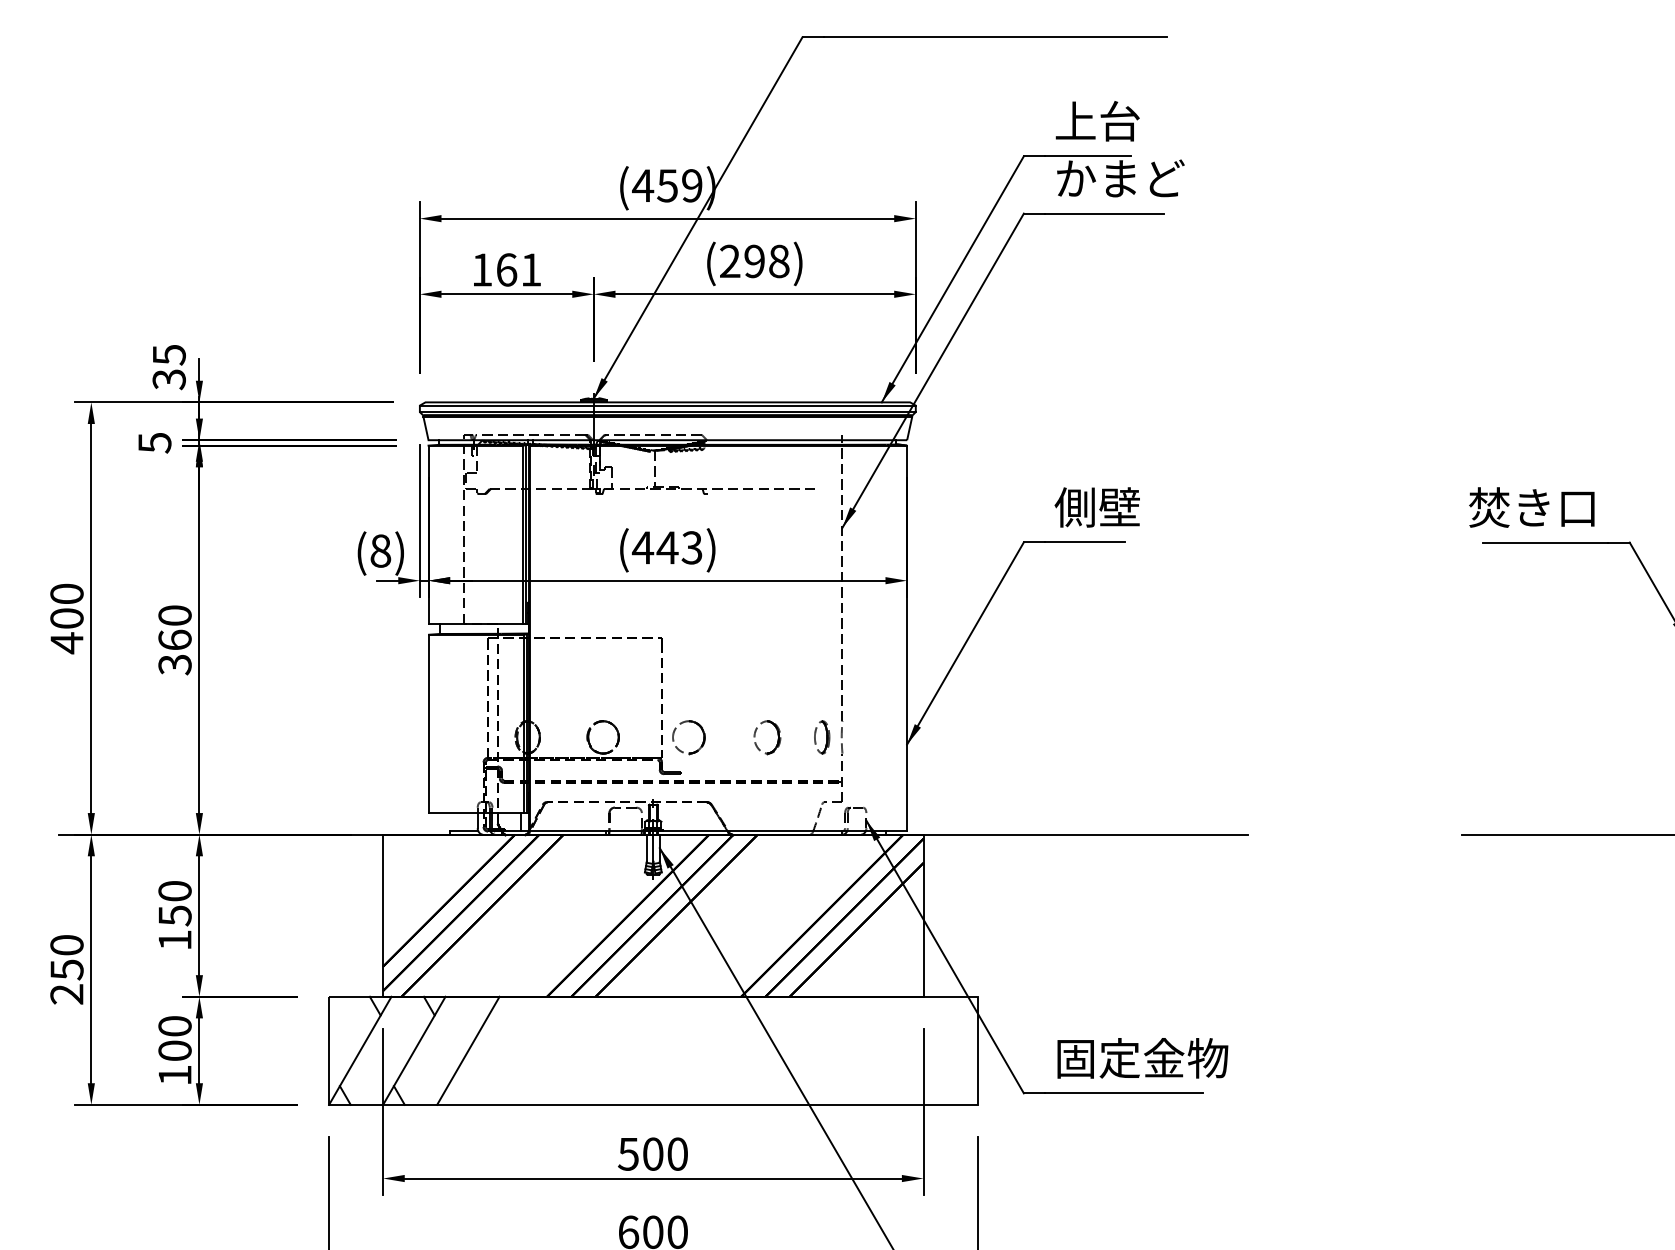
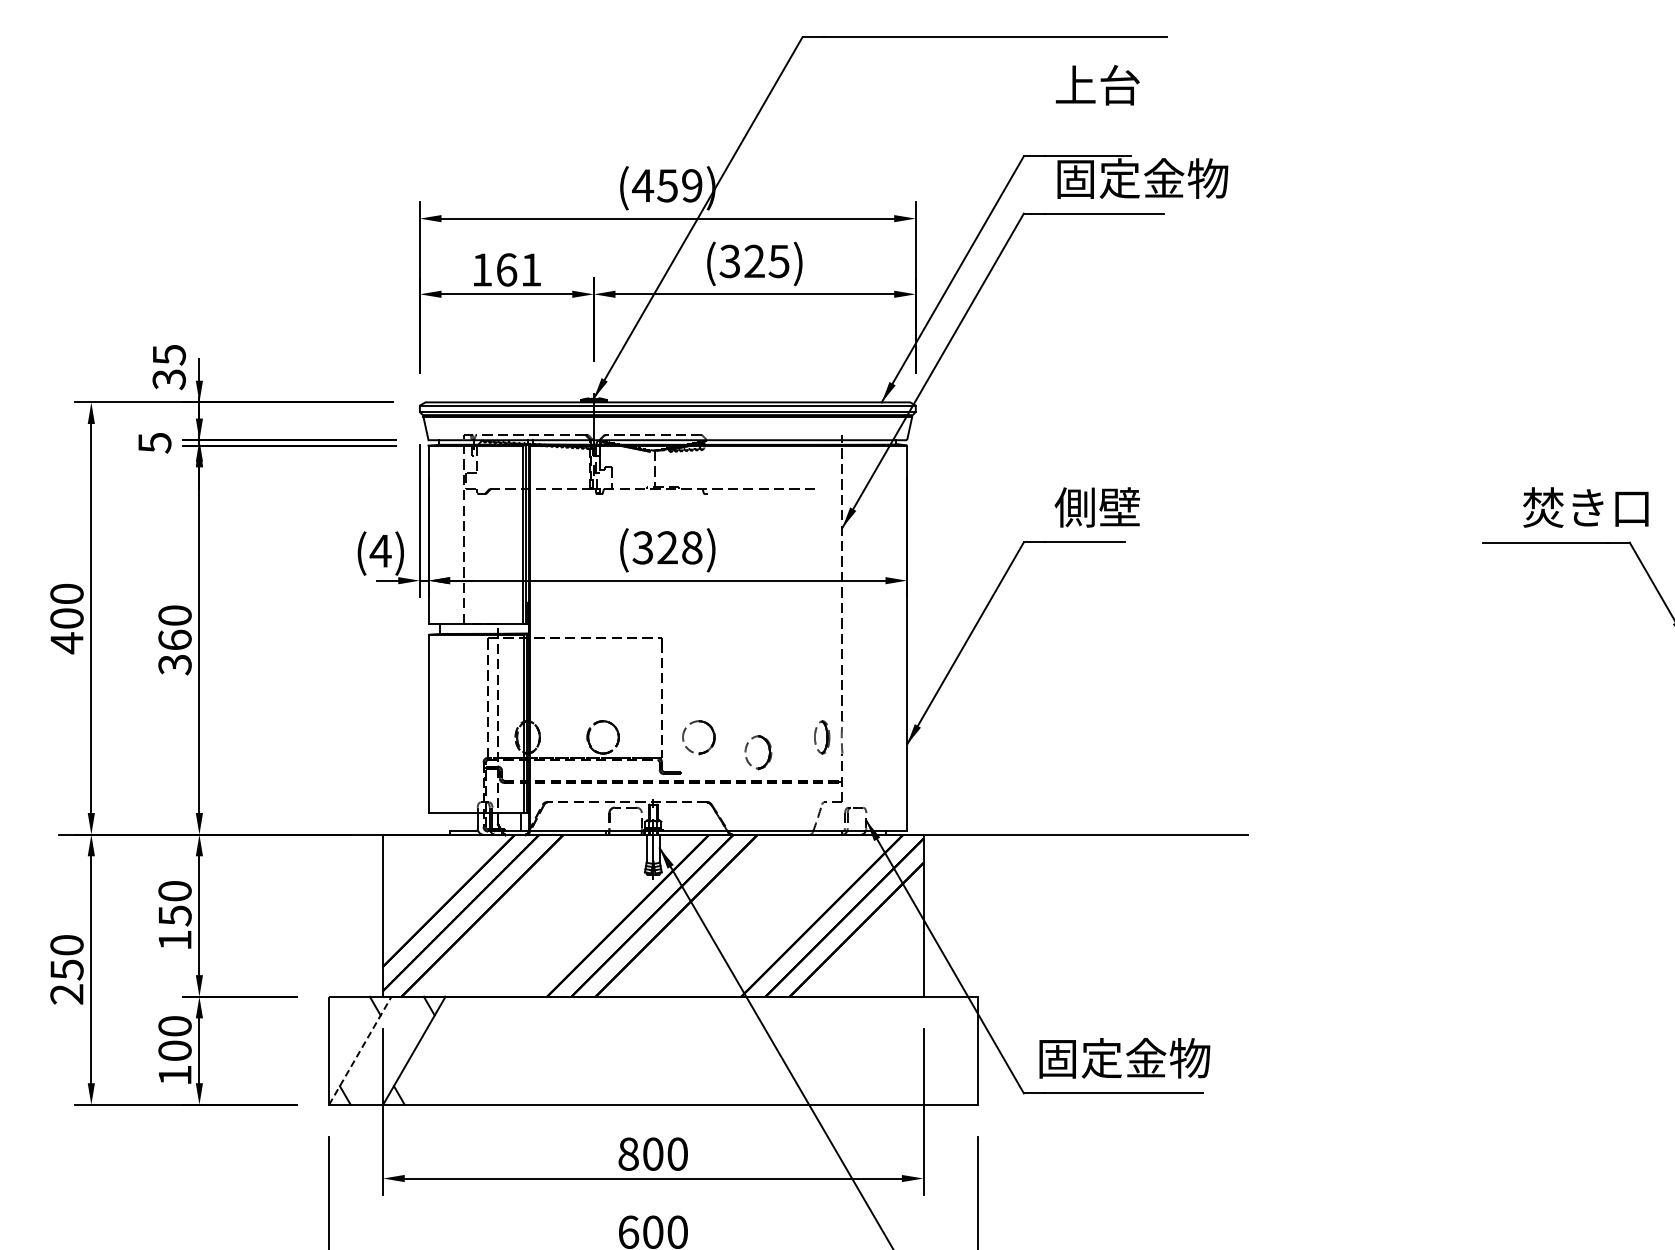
text at (1097, 121) position: (1097, 121) -> (1097, 85)
text at (1142, 178): かまど -> 固定金物
text at (754, 261): (298) -> (325)
text at (1531, 507) position: (1531, 507) -> (1585, 507)
text at (666, 547): (443) -> (328)
text at (380, 550): (8) -> (4)
part at (777, 735) position: (777, 735) -> (768, 750)
part at (674, 739) position: (674, 739) -> (684, 739)
line at (1566, 834): present -> none
line at (360, 1050): solid -> dashed
line at (468, 1050): present -> none
text at (1142, 1058) position: (1142, 1058) -> (1124, 1058)
text at (627, 1153): 500 -> 800
